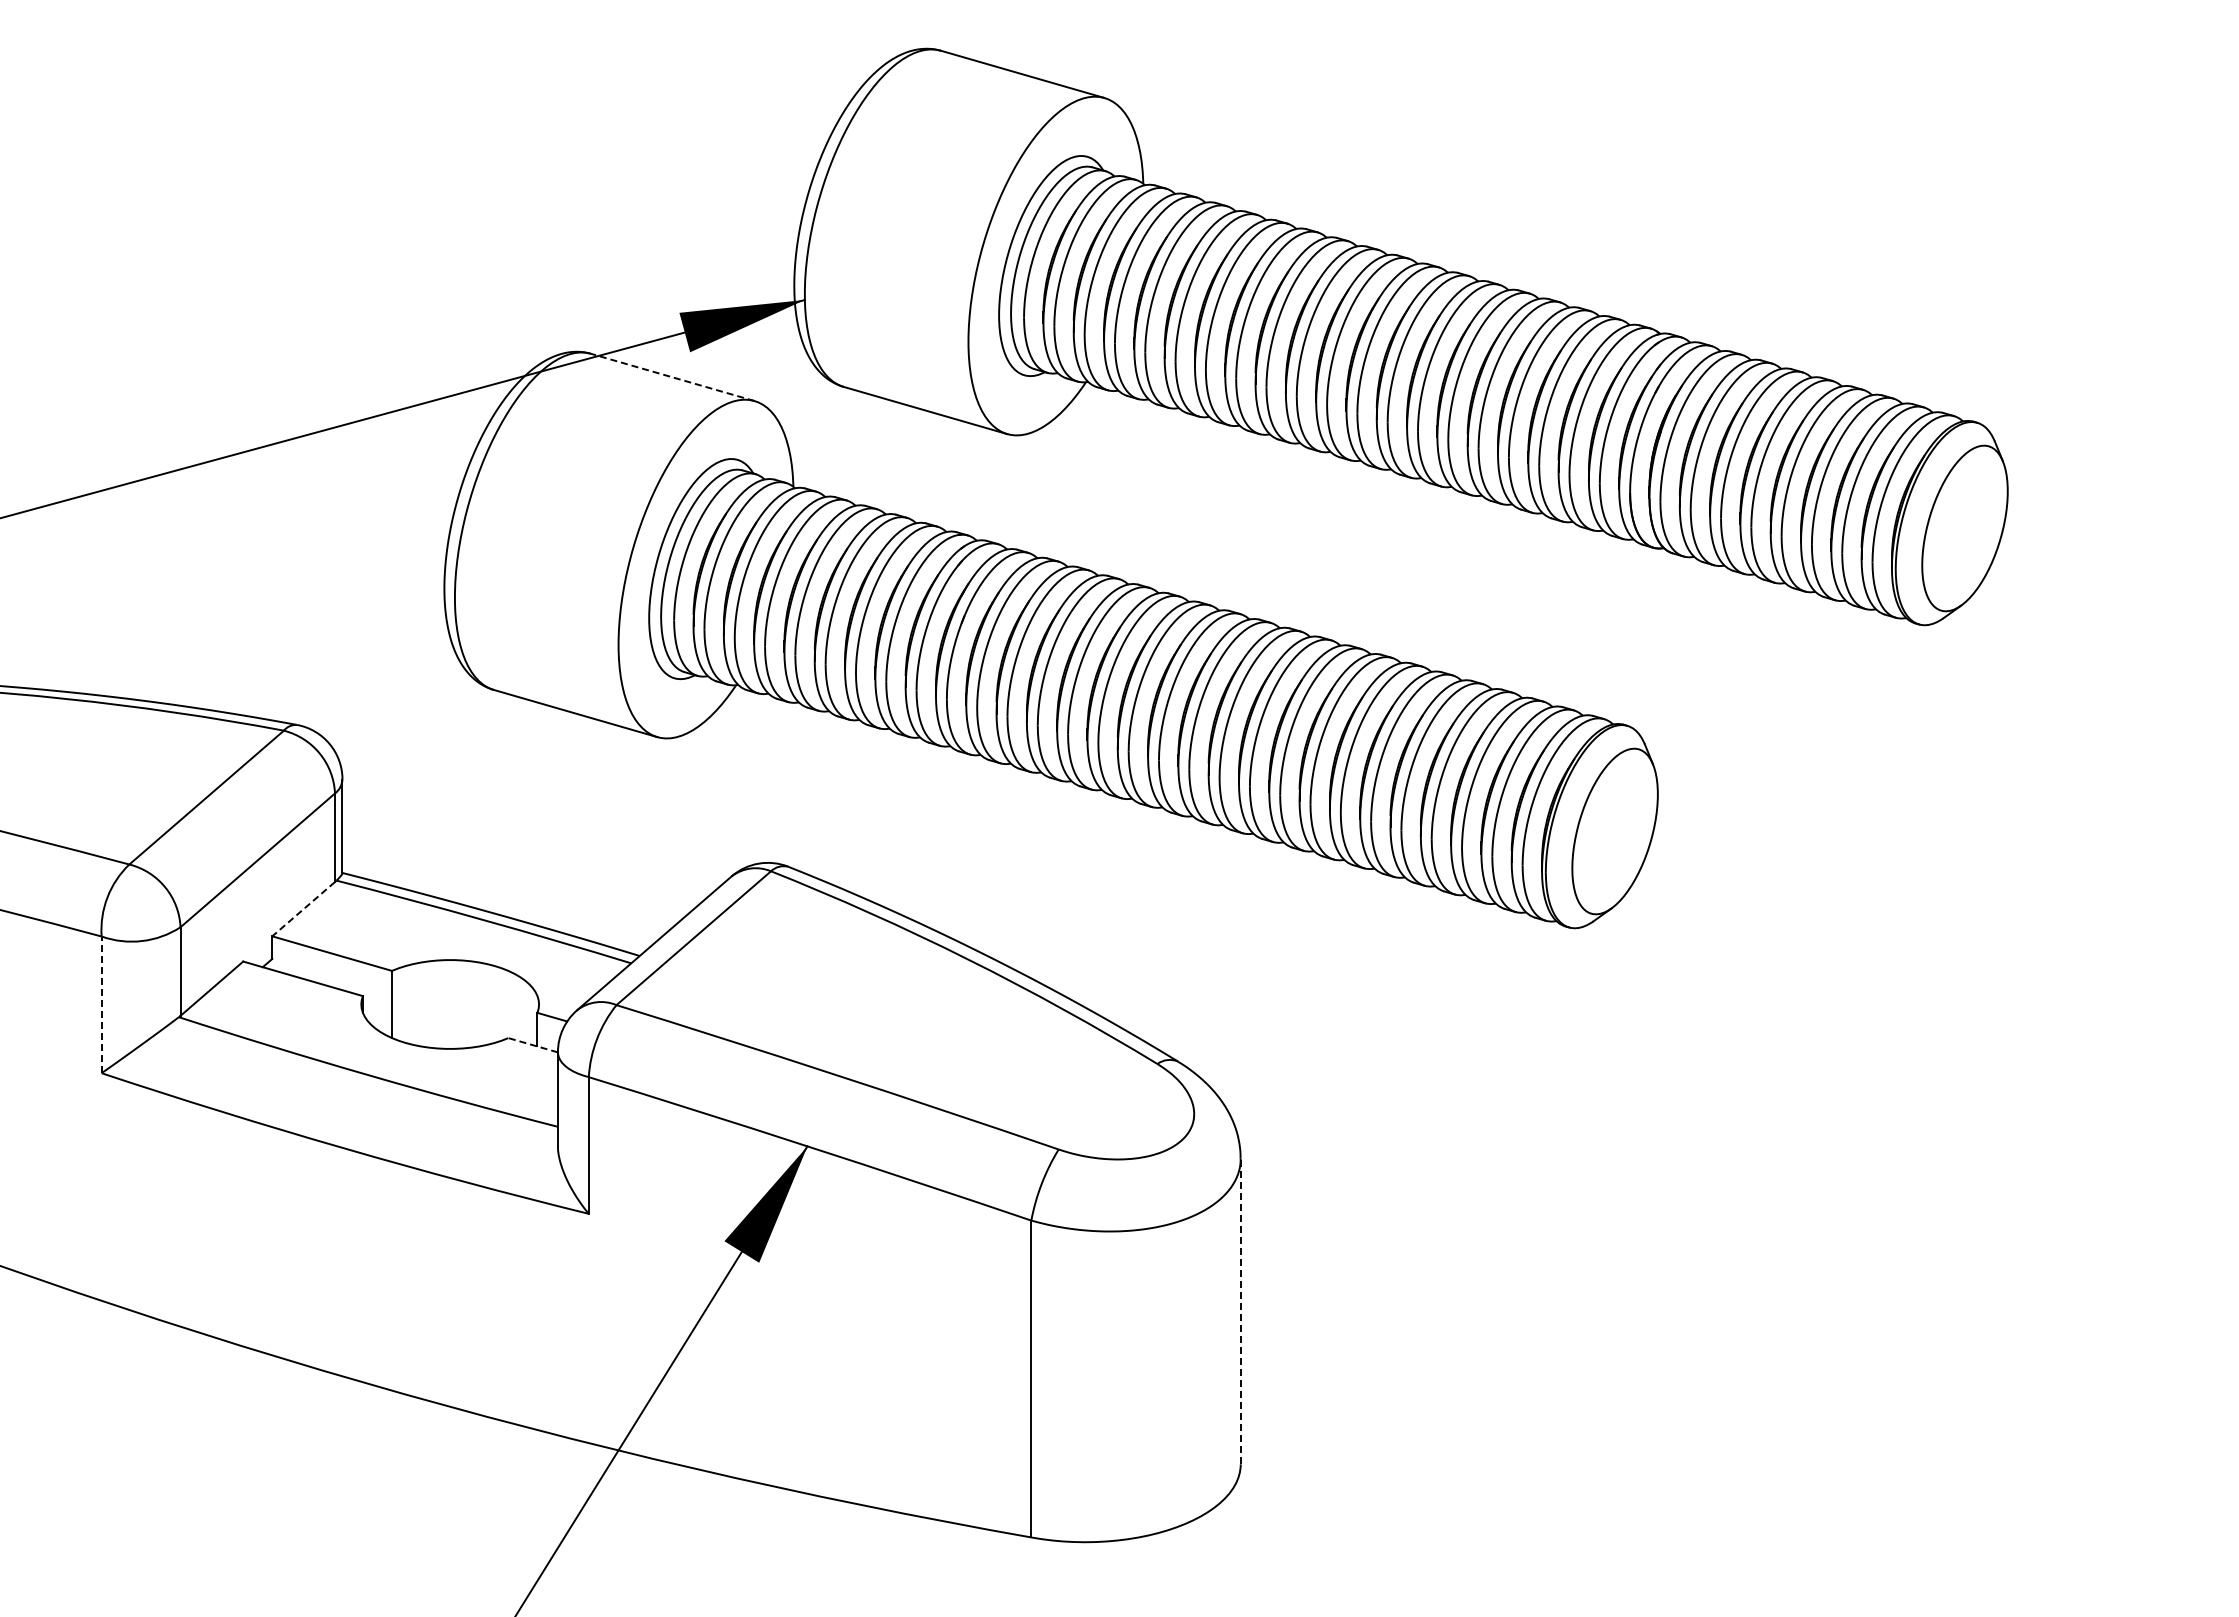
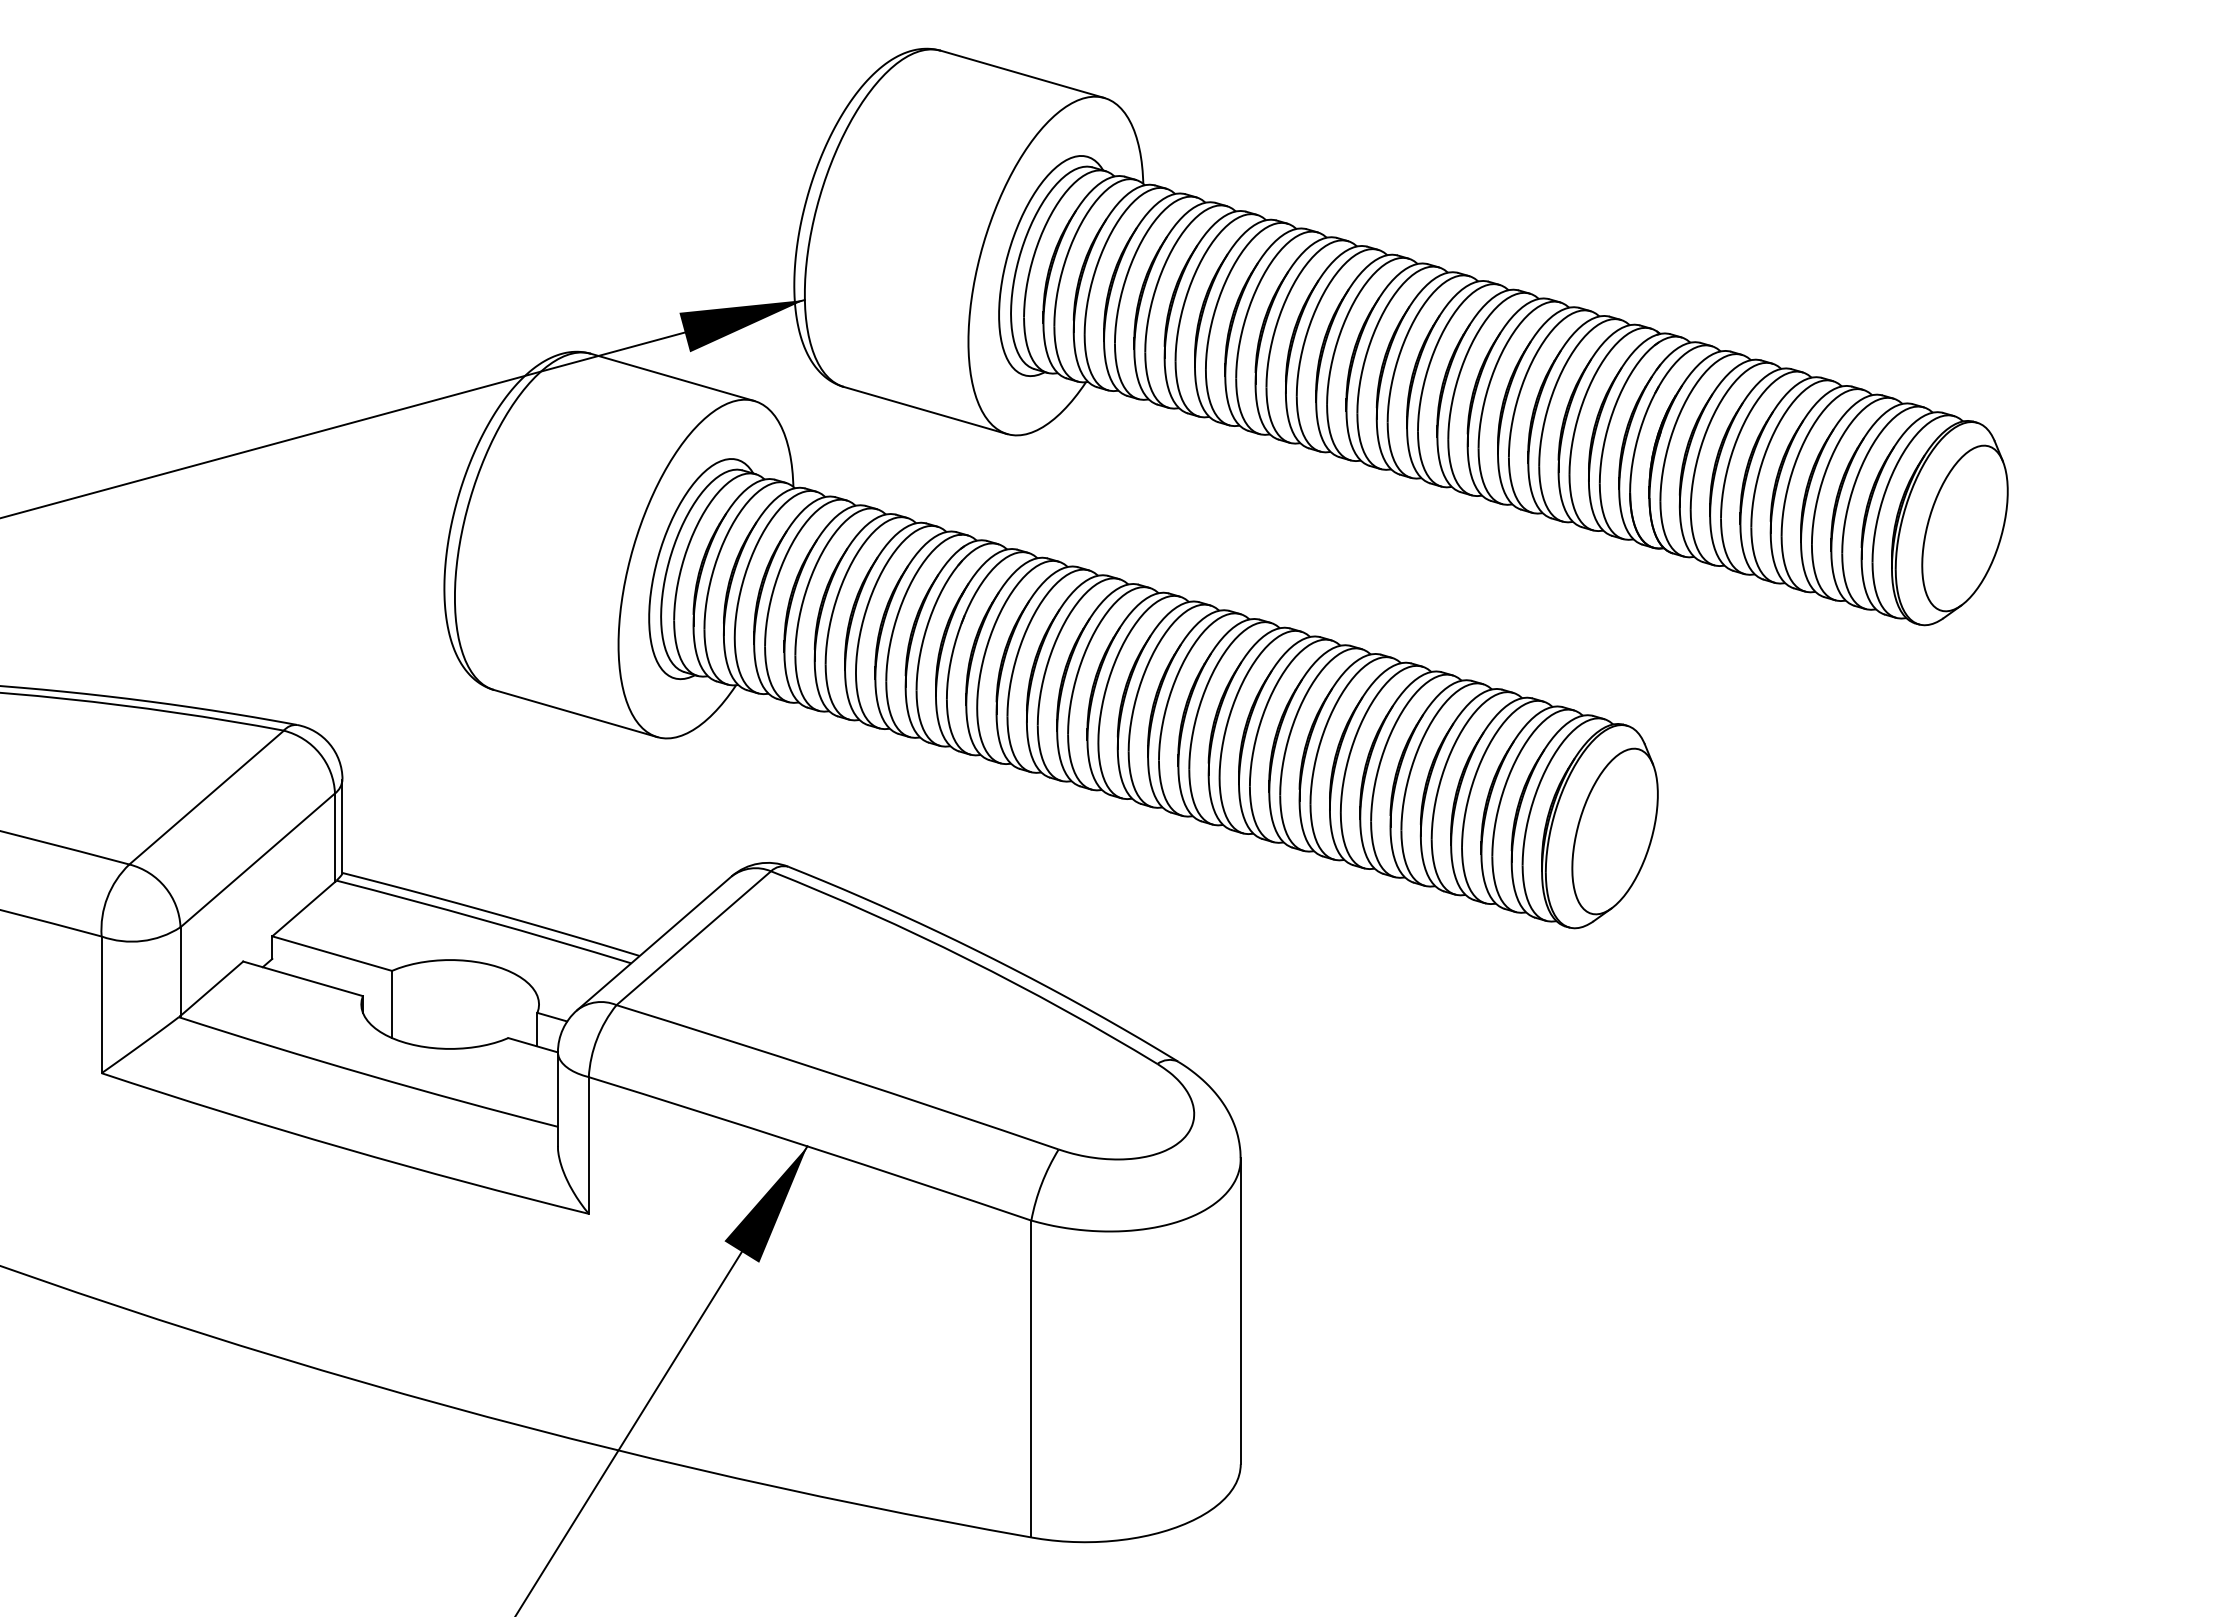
line at (672, 377): dashed -> solid
line at (303, 909): dashed -> solid
line at (101, 1004): dashed -> solid
line at (533, 1045): dashed -> solid
line at (1240, 1311): dashed -> solid
